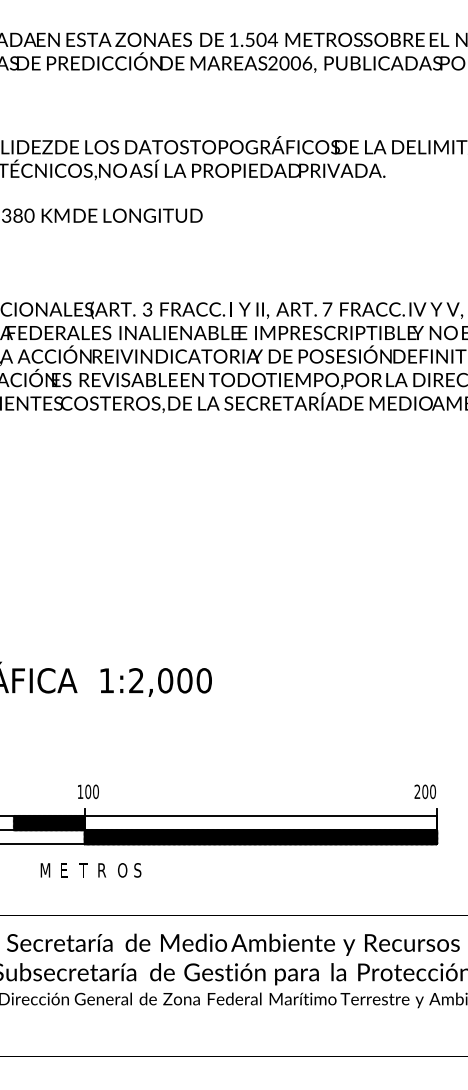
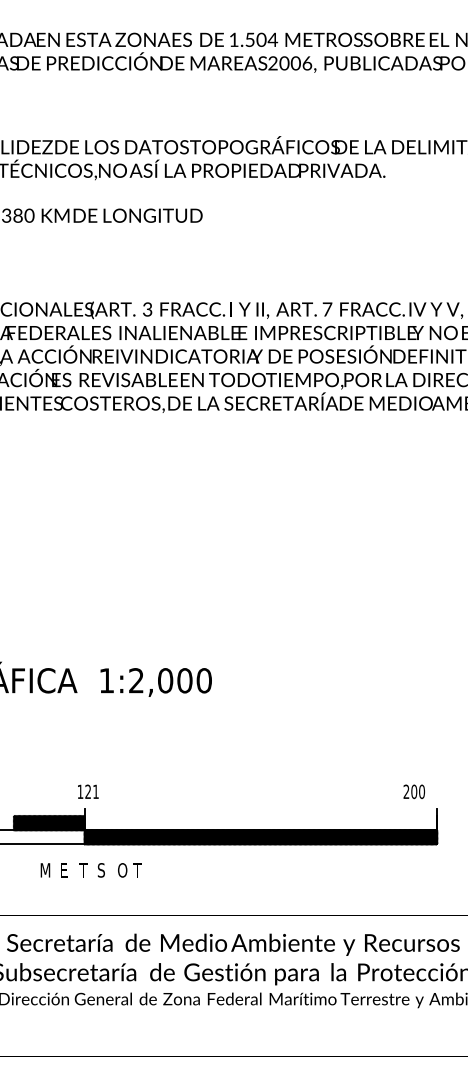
text at (91, 791): 100 -> 121
text at (424, 791) position: (424, 791) -> (413, 791)
line at (219, 816): present -> none
text at (101, 870): R -> S
text at (137, 870): S -> T
